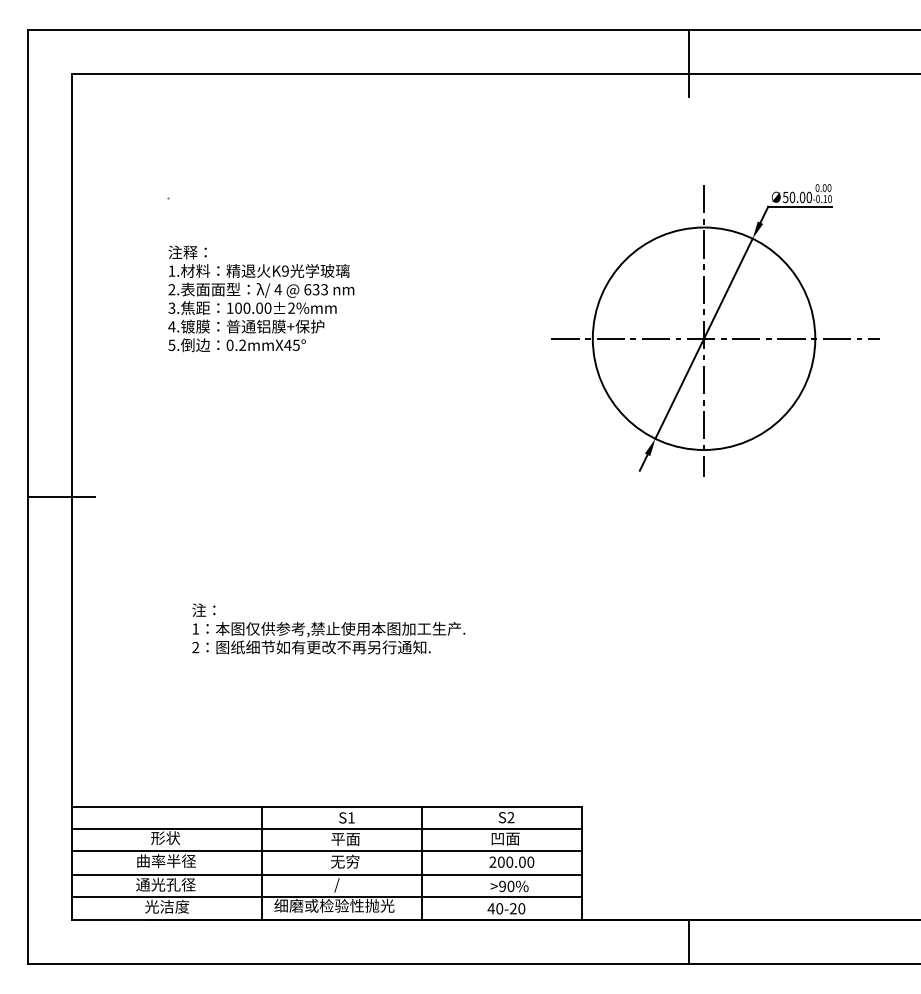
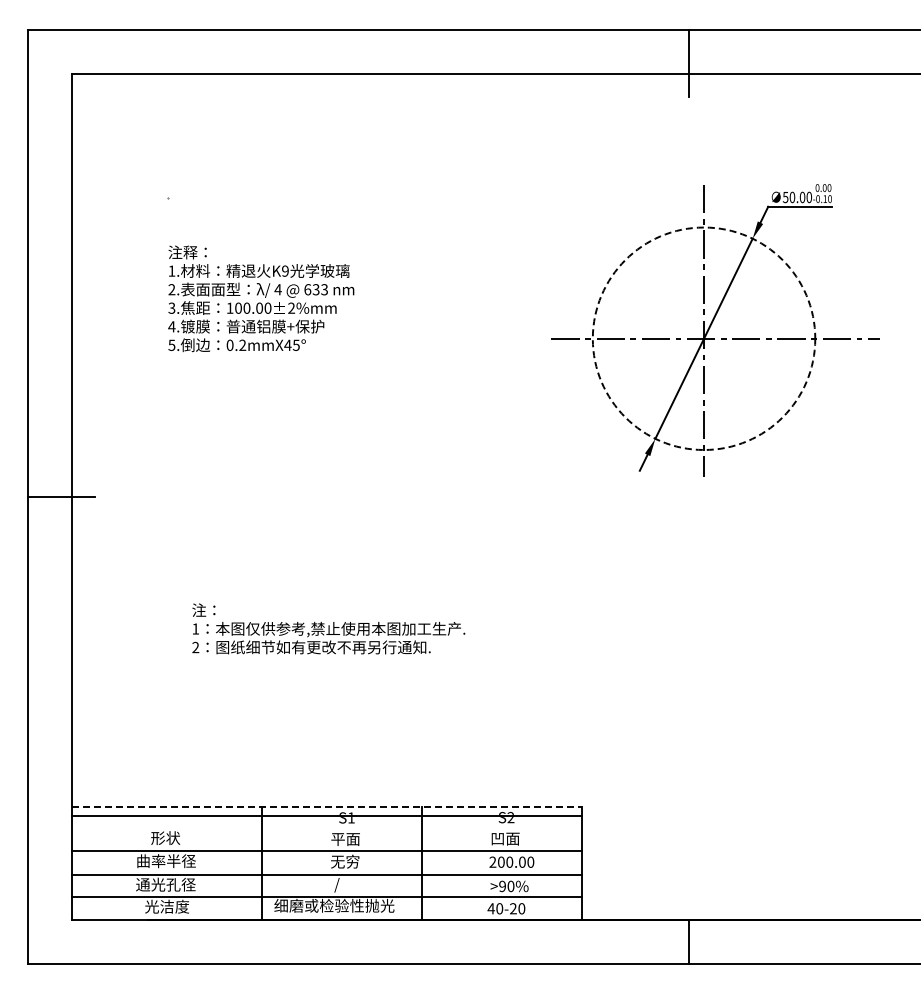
circle at (703, 338): solid -> dashed
line at (327, 807): solid -> dashed
line at (327, 829) position: (327, 829) -> (327, 816)
